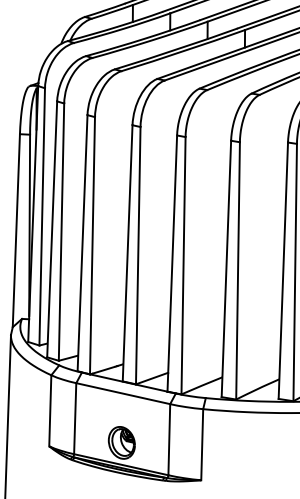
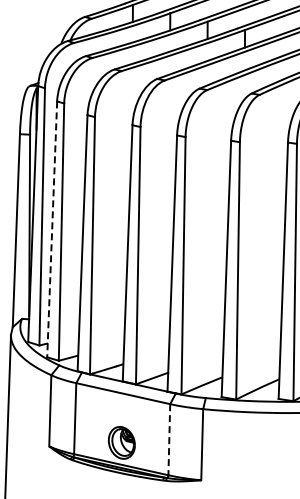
line at (52, 229): solid -> dashed
line at (169, 439): solid -> dashed
